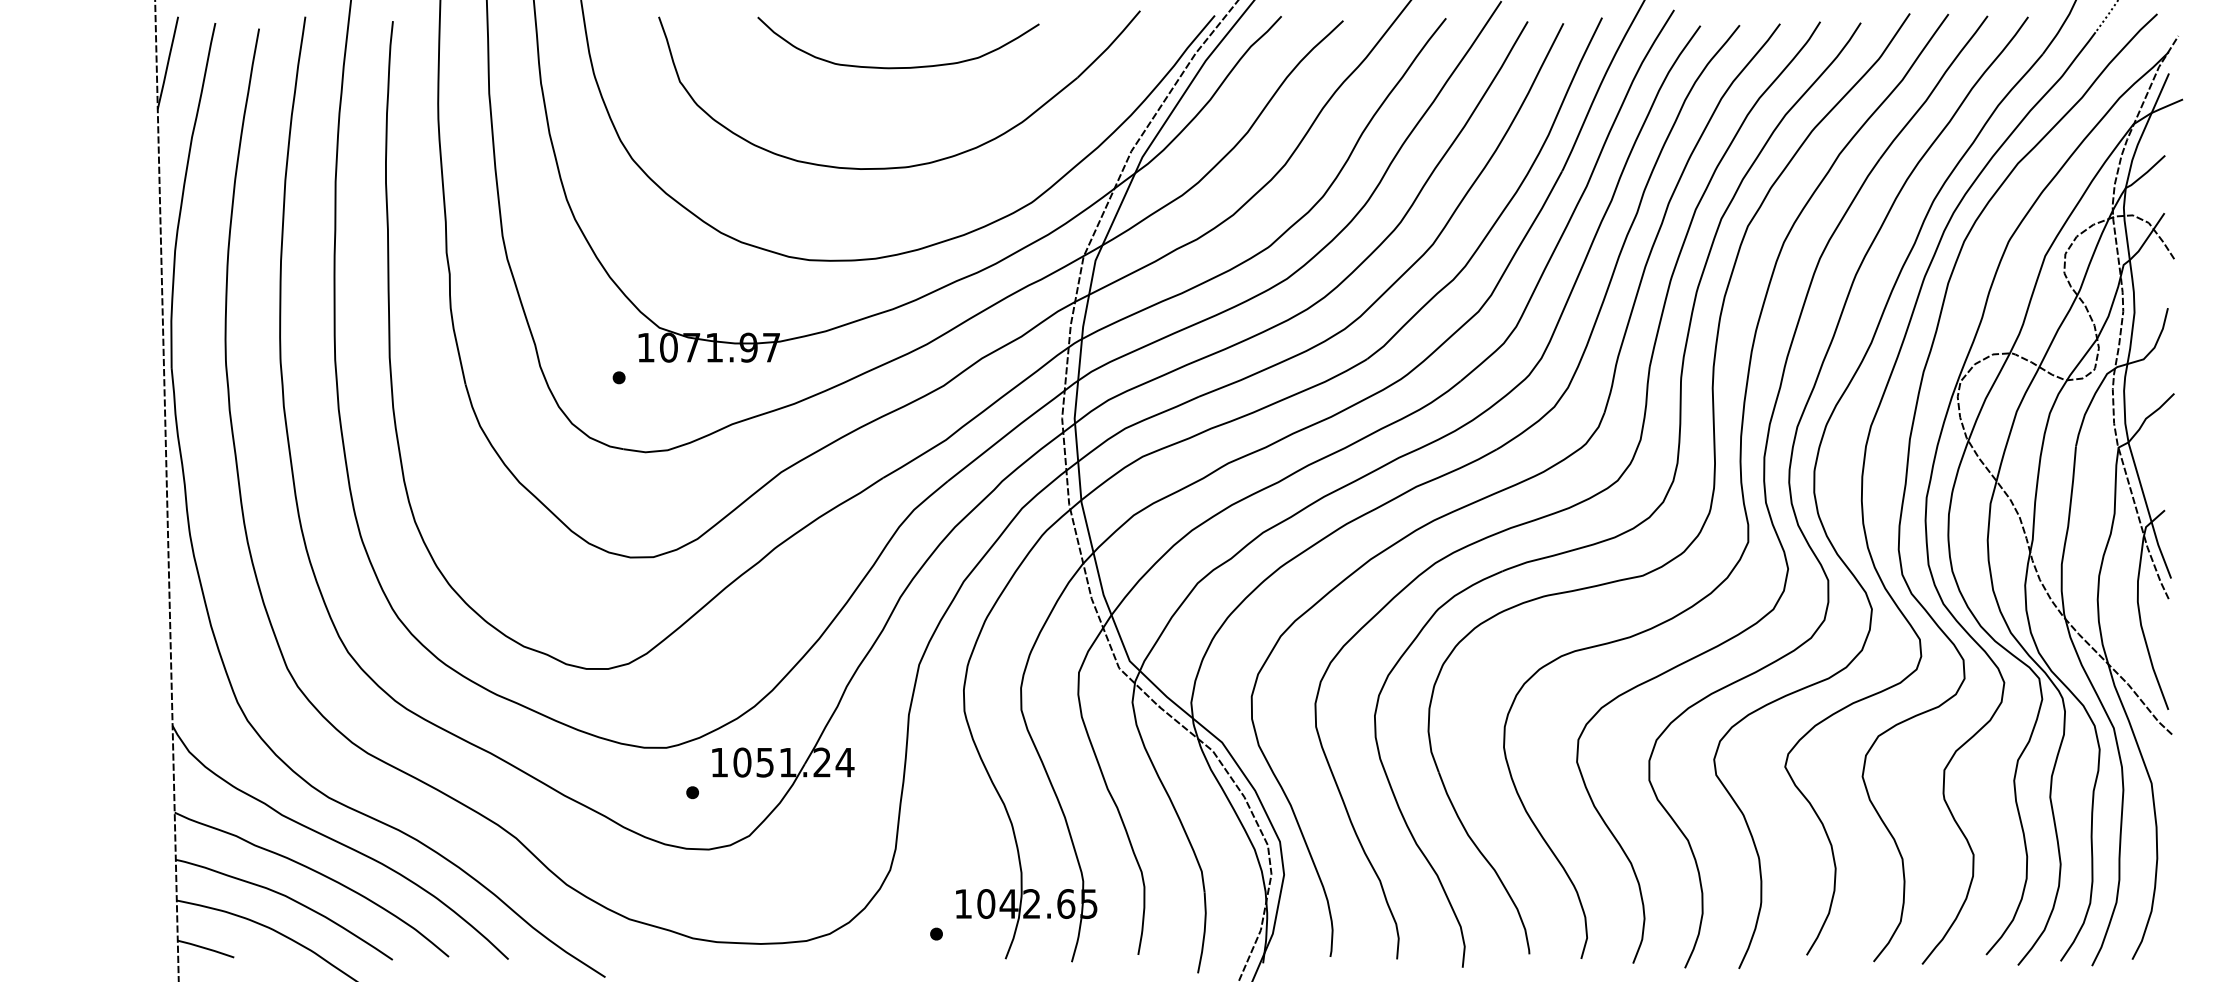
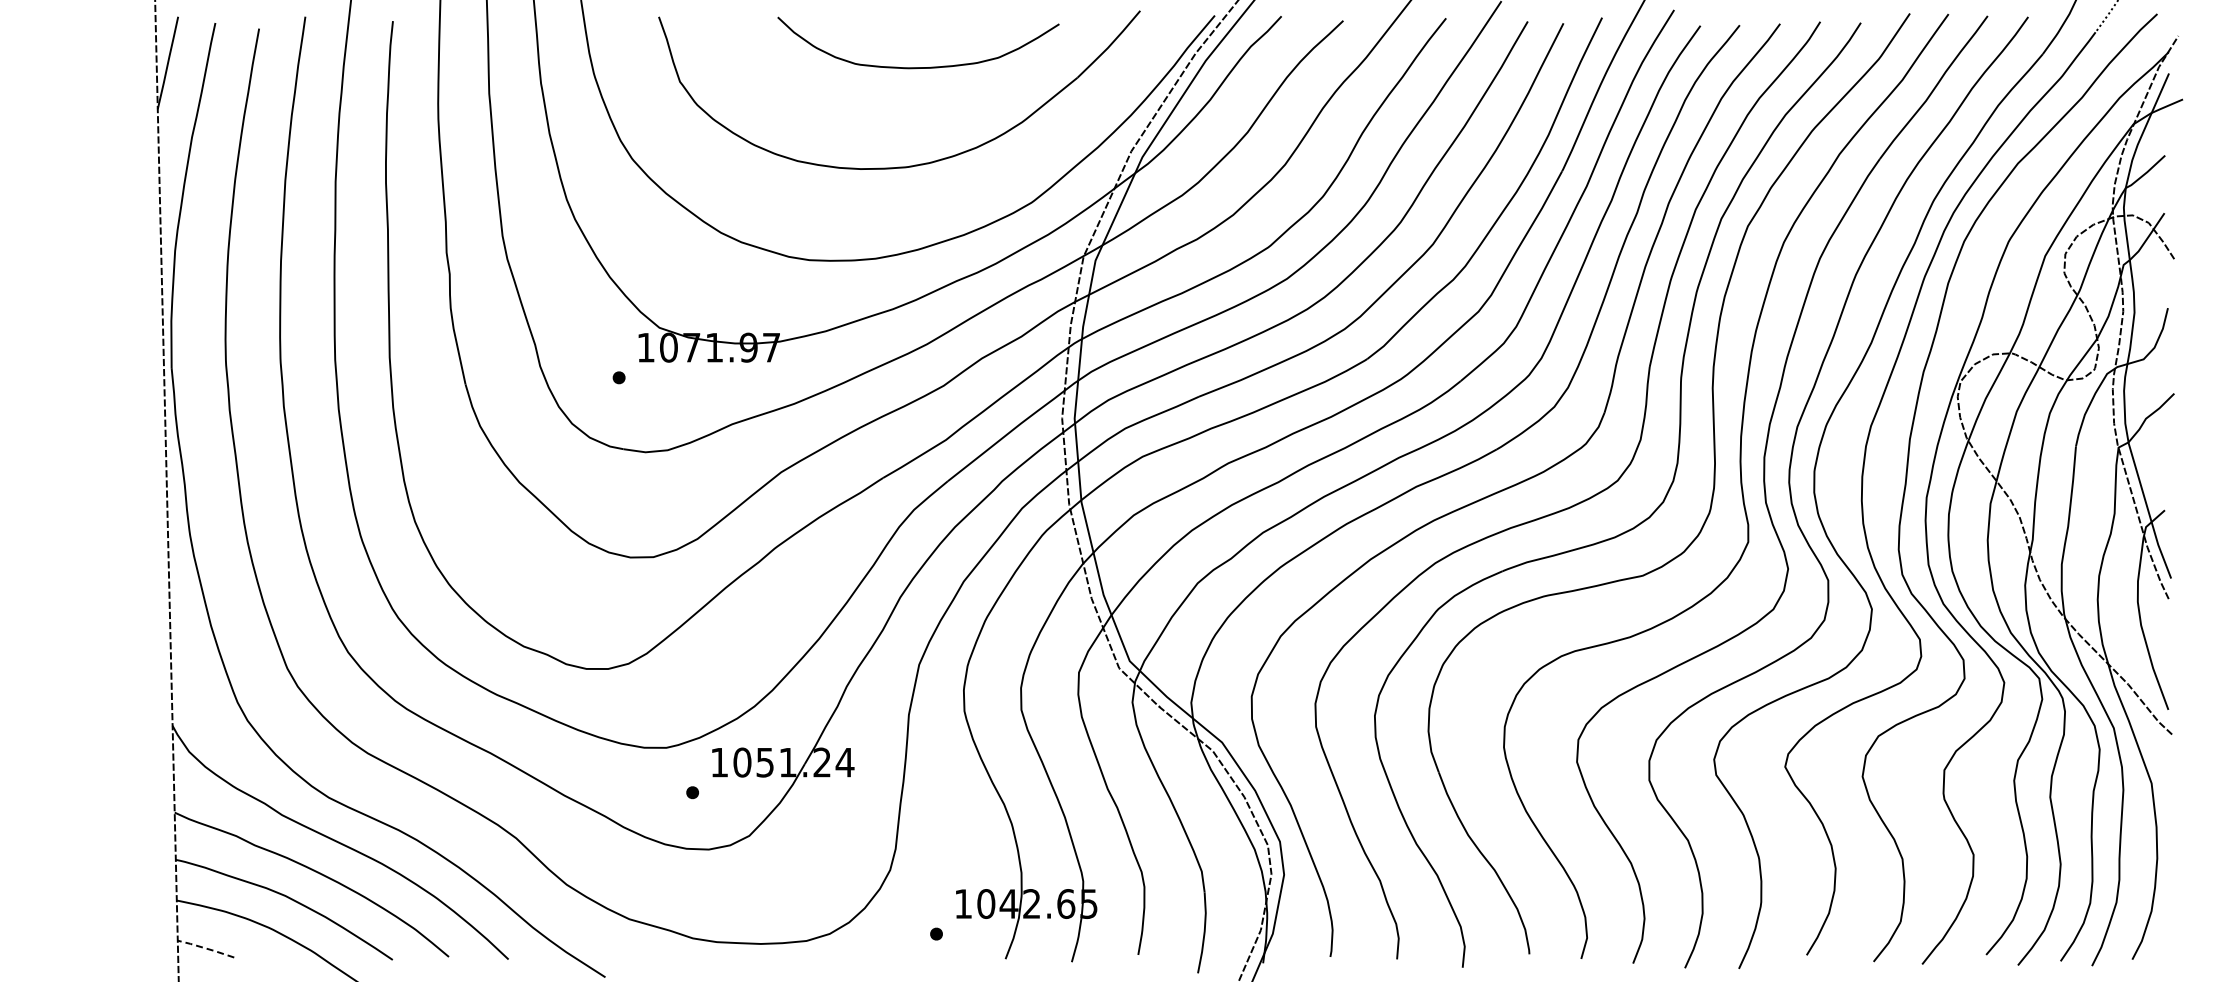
curve at (898, 67) position: (898, 67) -> (918, 67)
line at (205, 948): solid -> dashed
